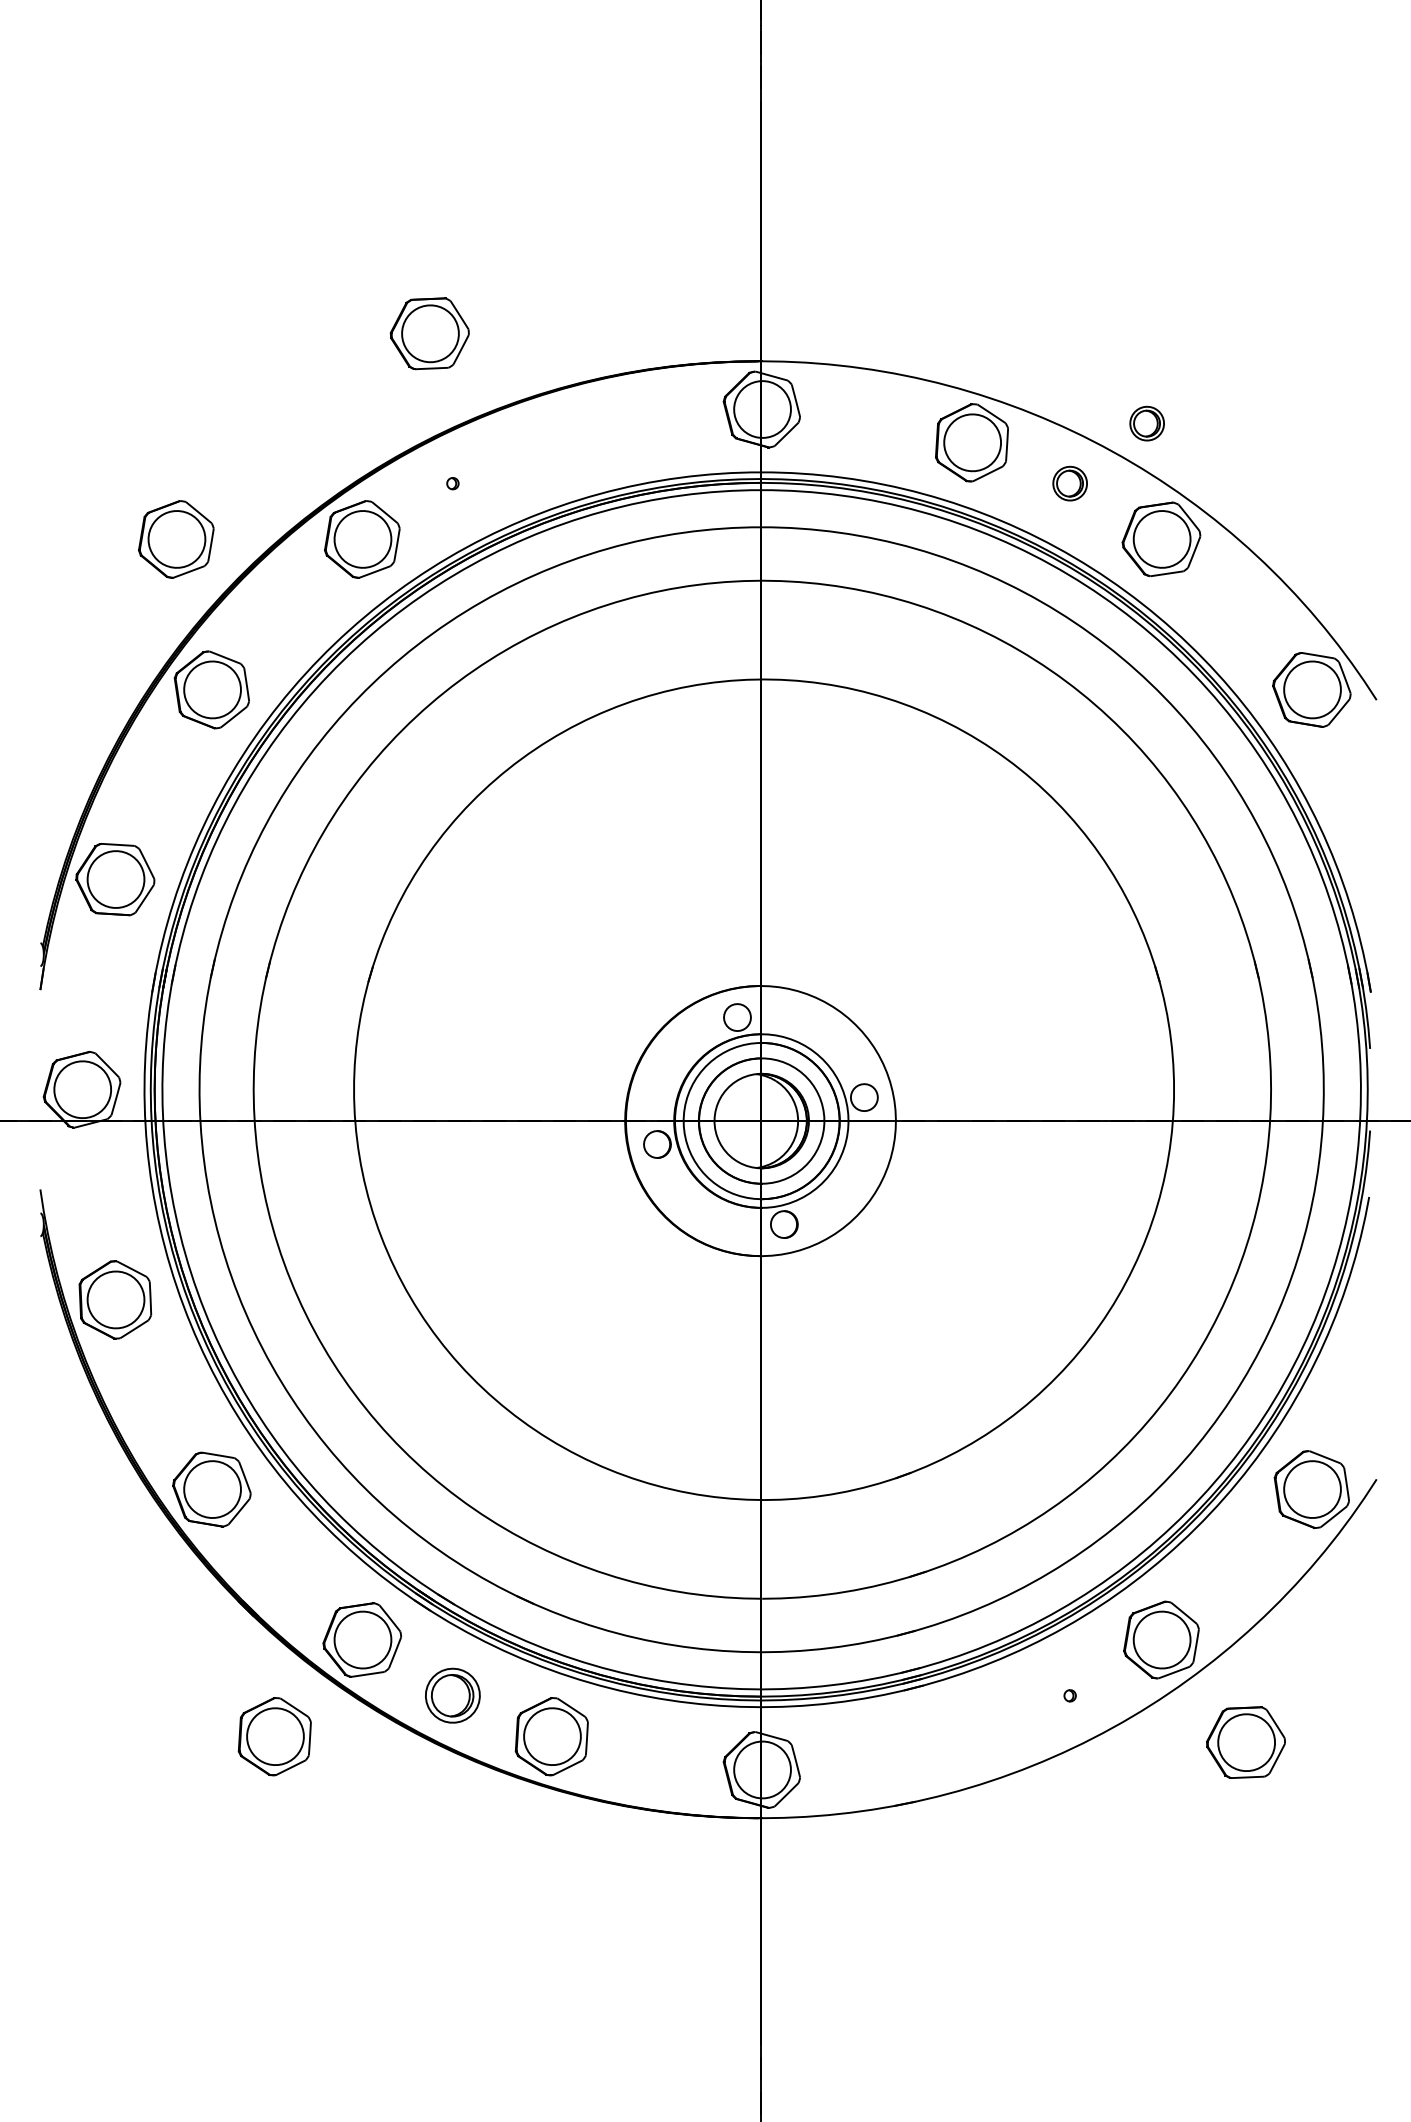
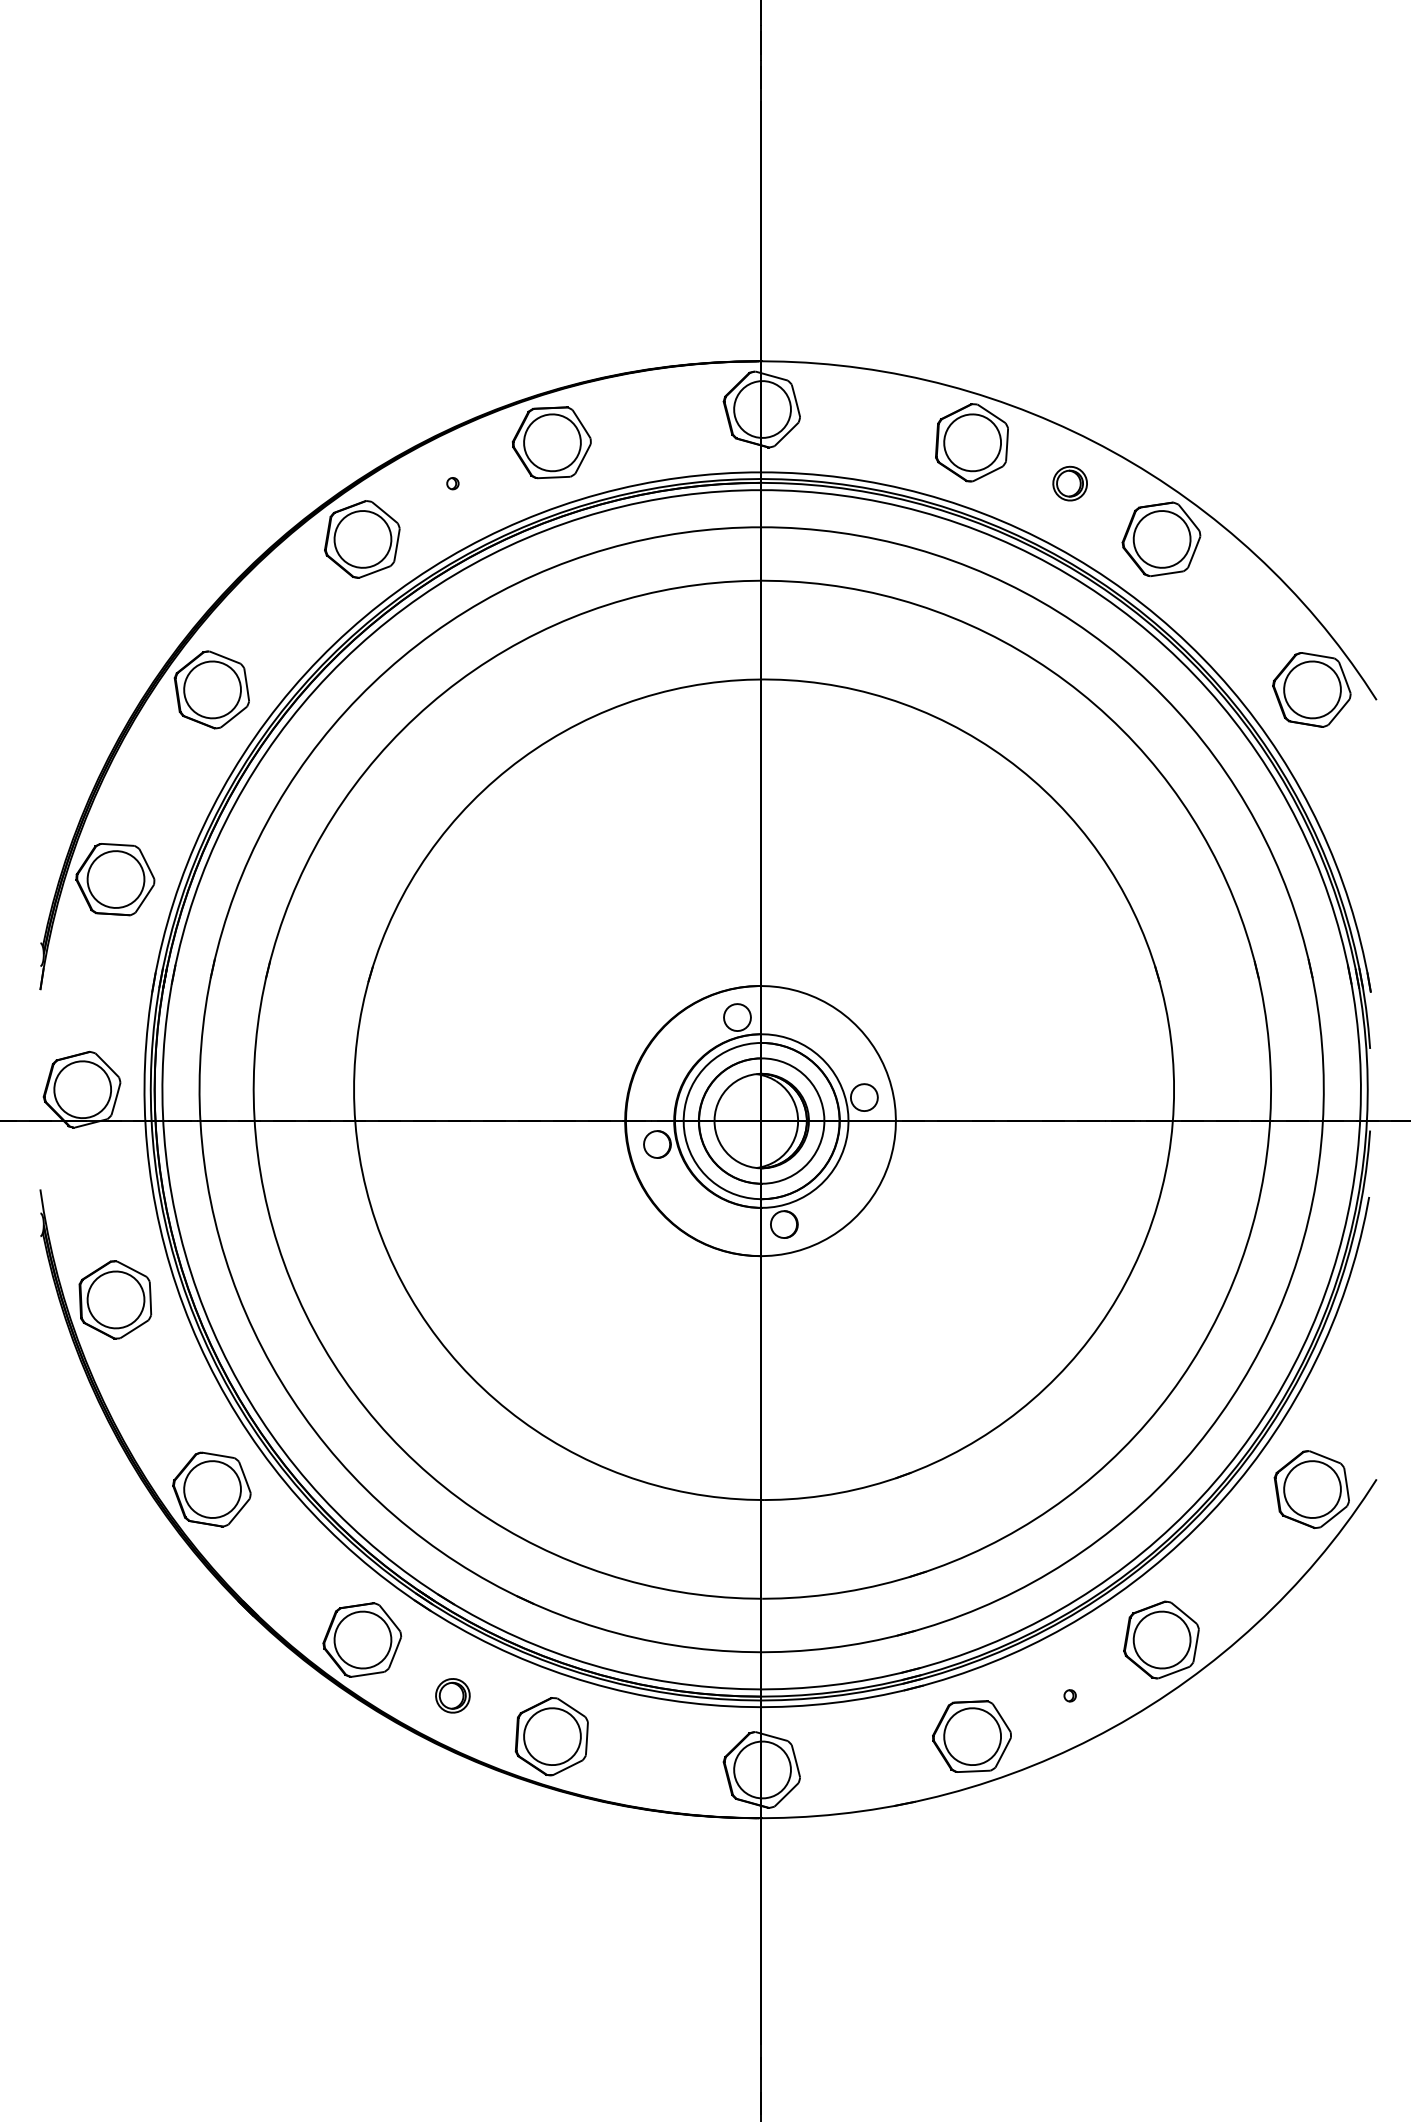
part at (429, 333) position: (429, 333) -> (551, 442)
part at (1146, 423): present -> none
part at (176, 539): present -> none
part at (452, 1695) size: 56x57 px -> 36x36 px
part at (274, 1736): present -> none
part at (1245, 1742) position: (1245, 1742) -> (971, 1736)
